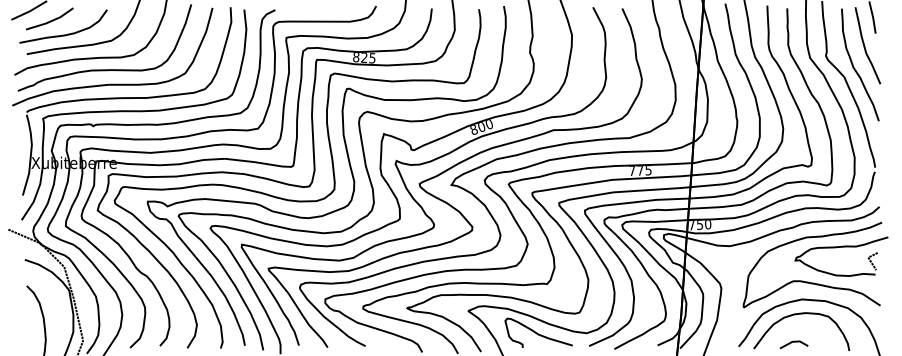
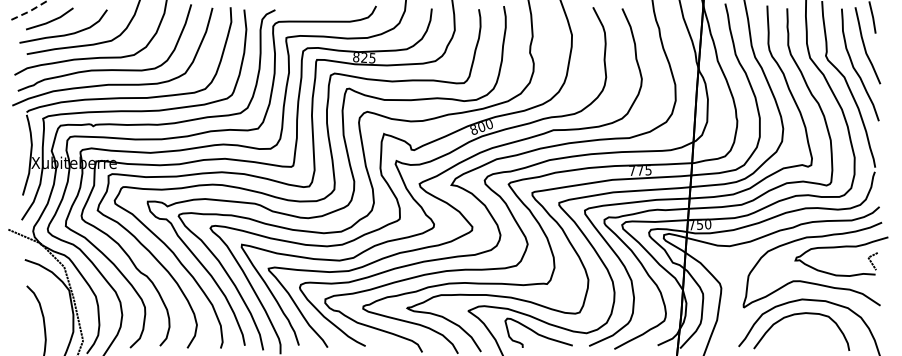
line at (30, 11): solid -> dashed
line at (793, 342): present -> none
